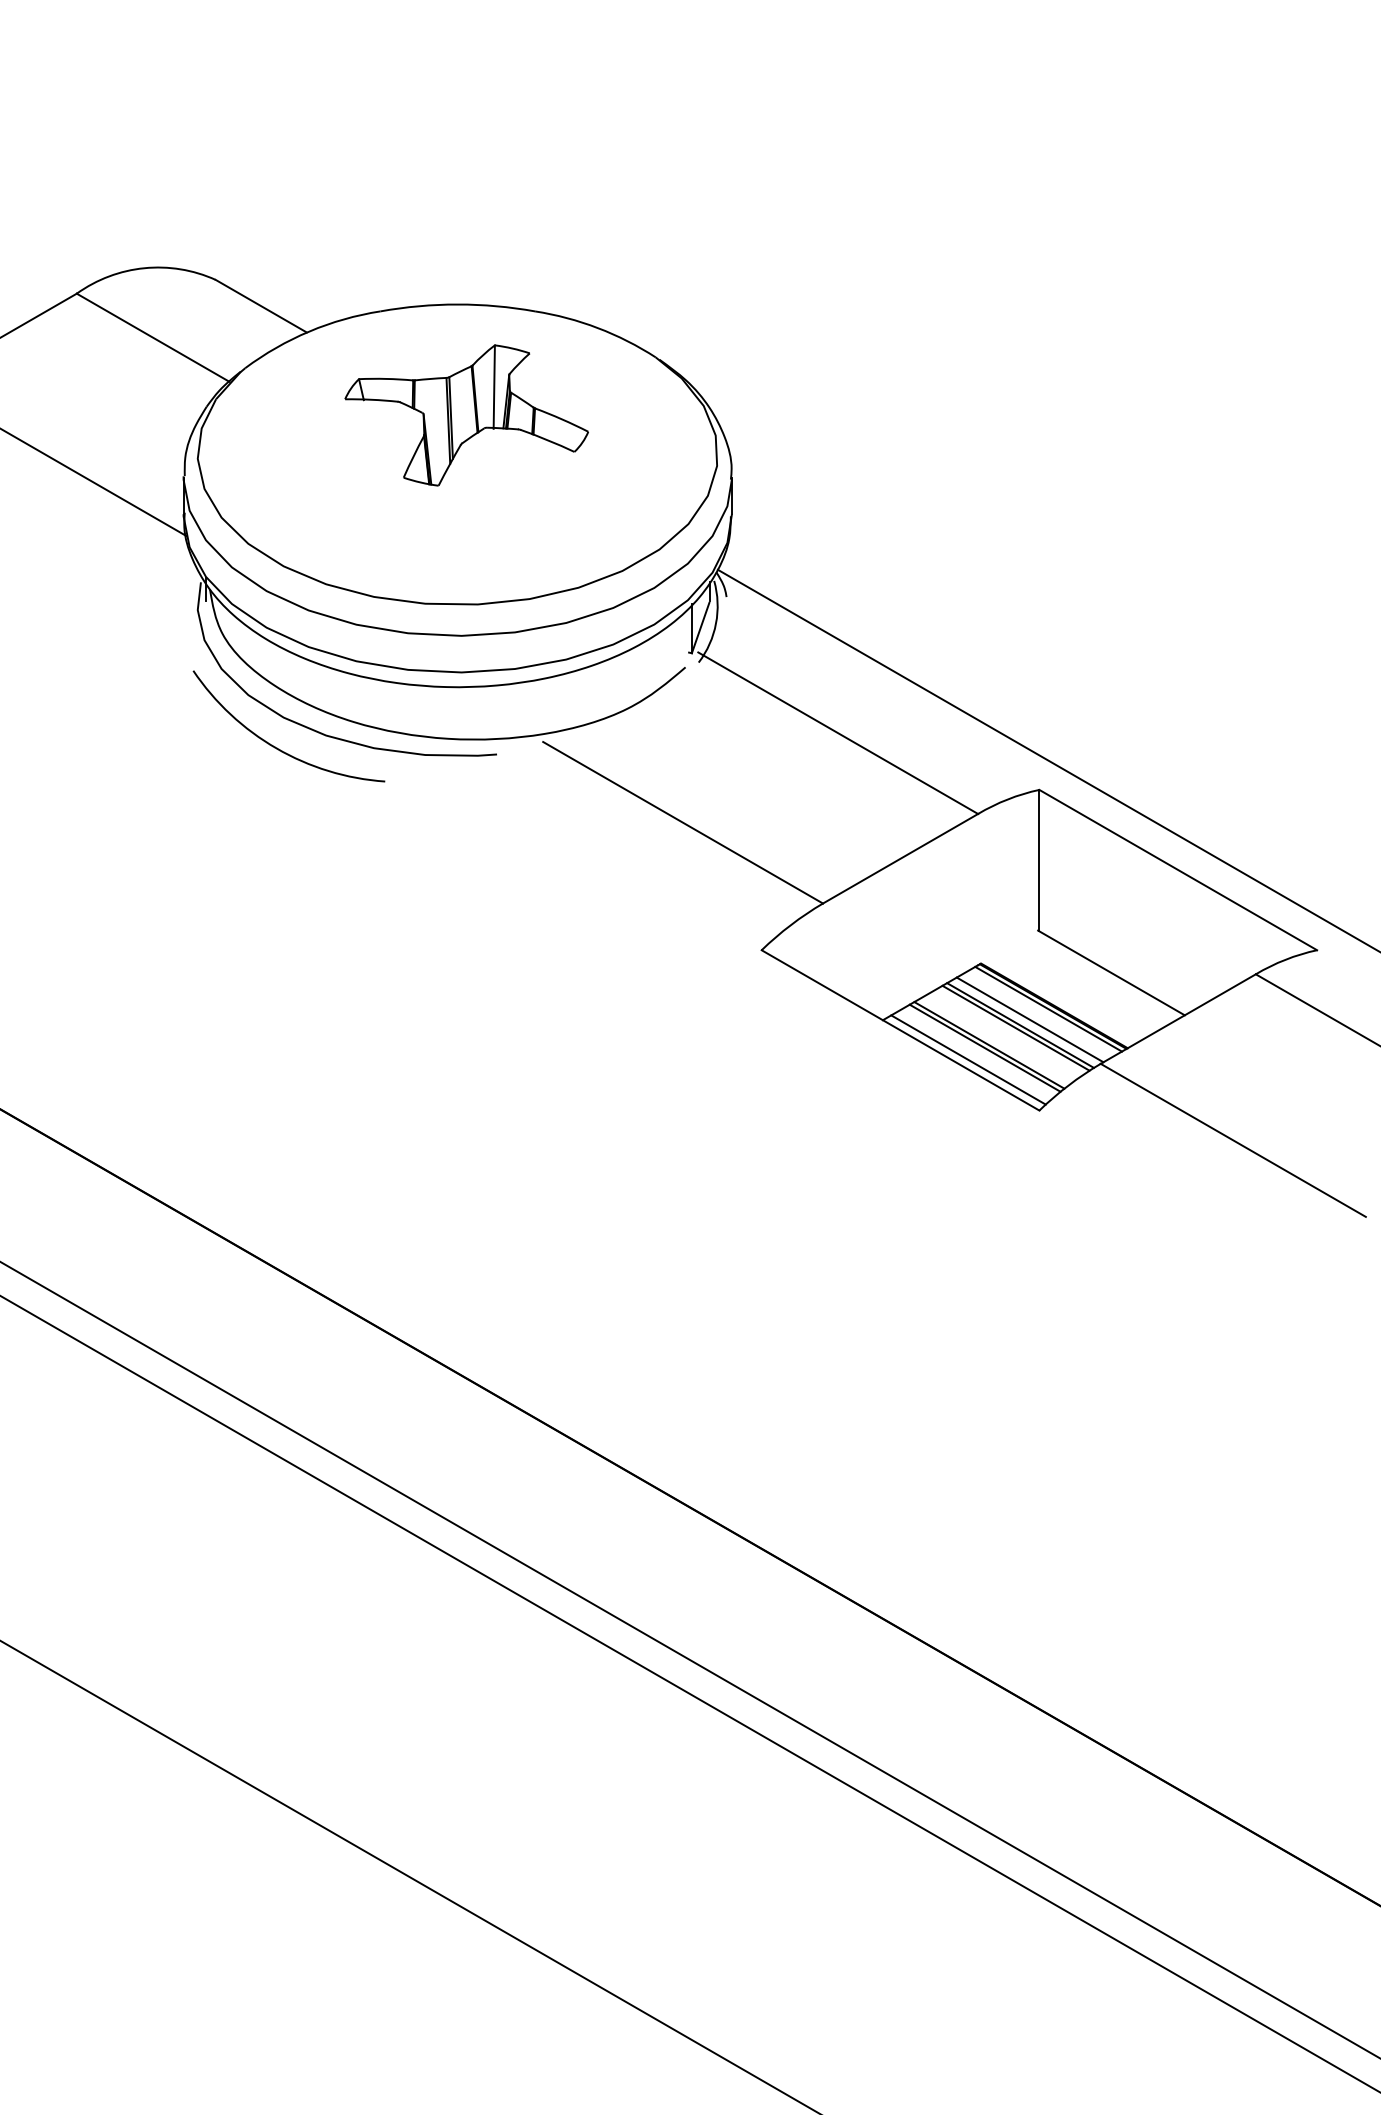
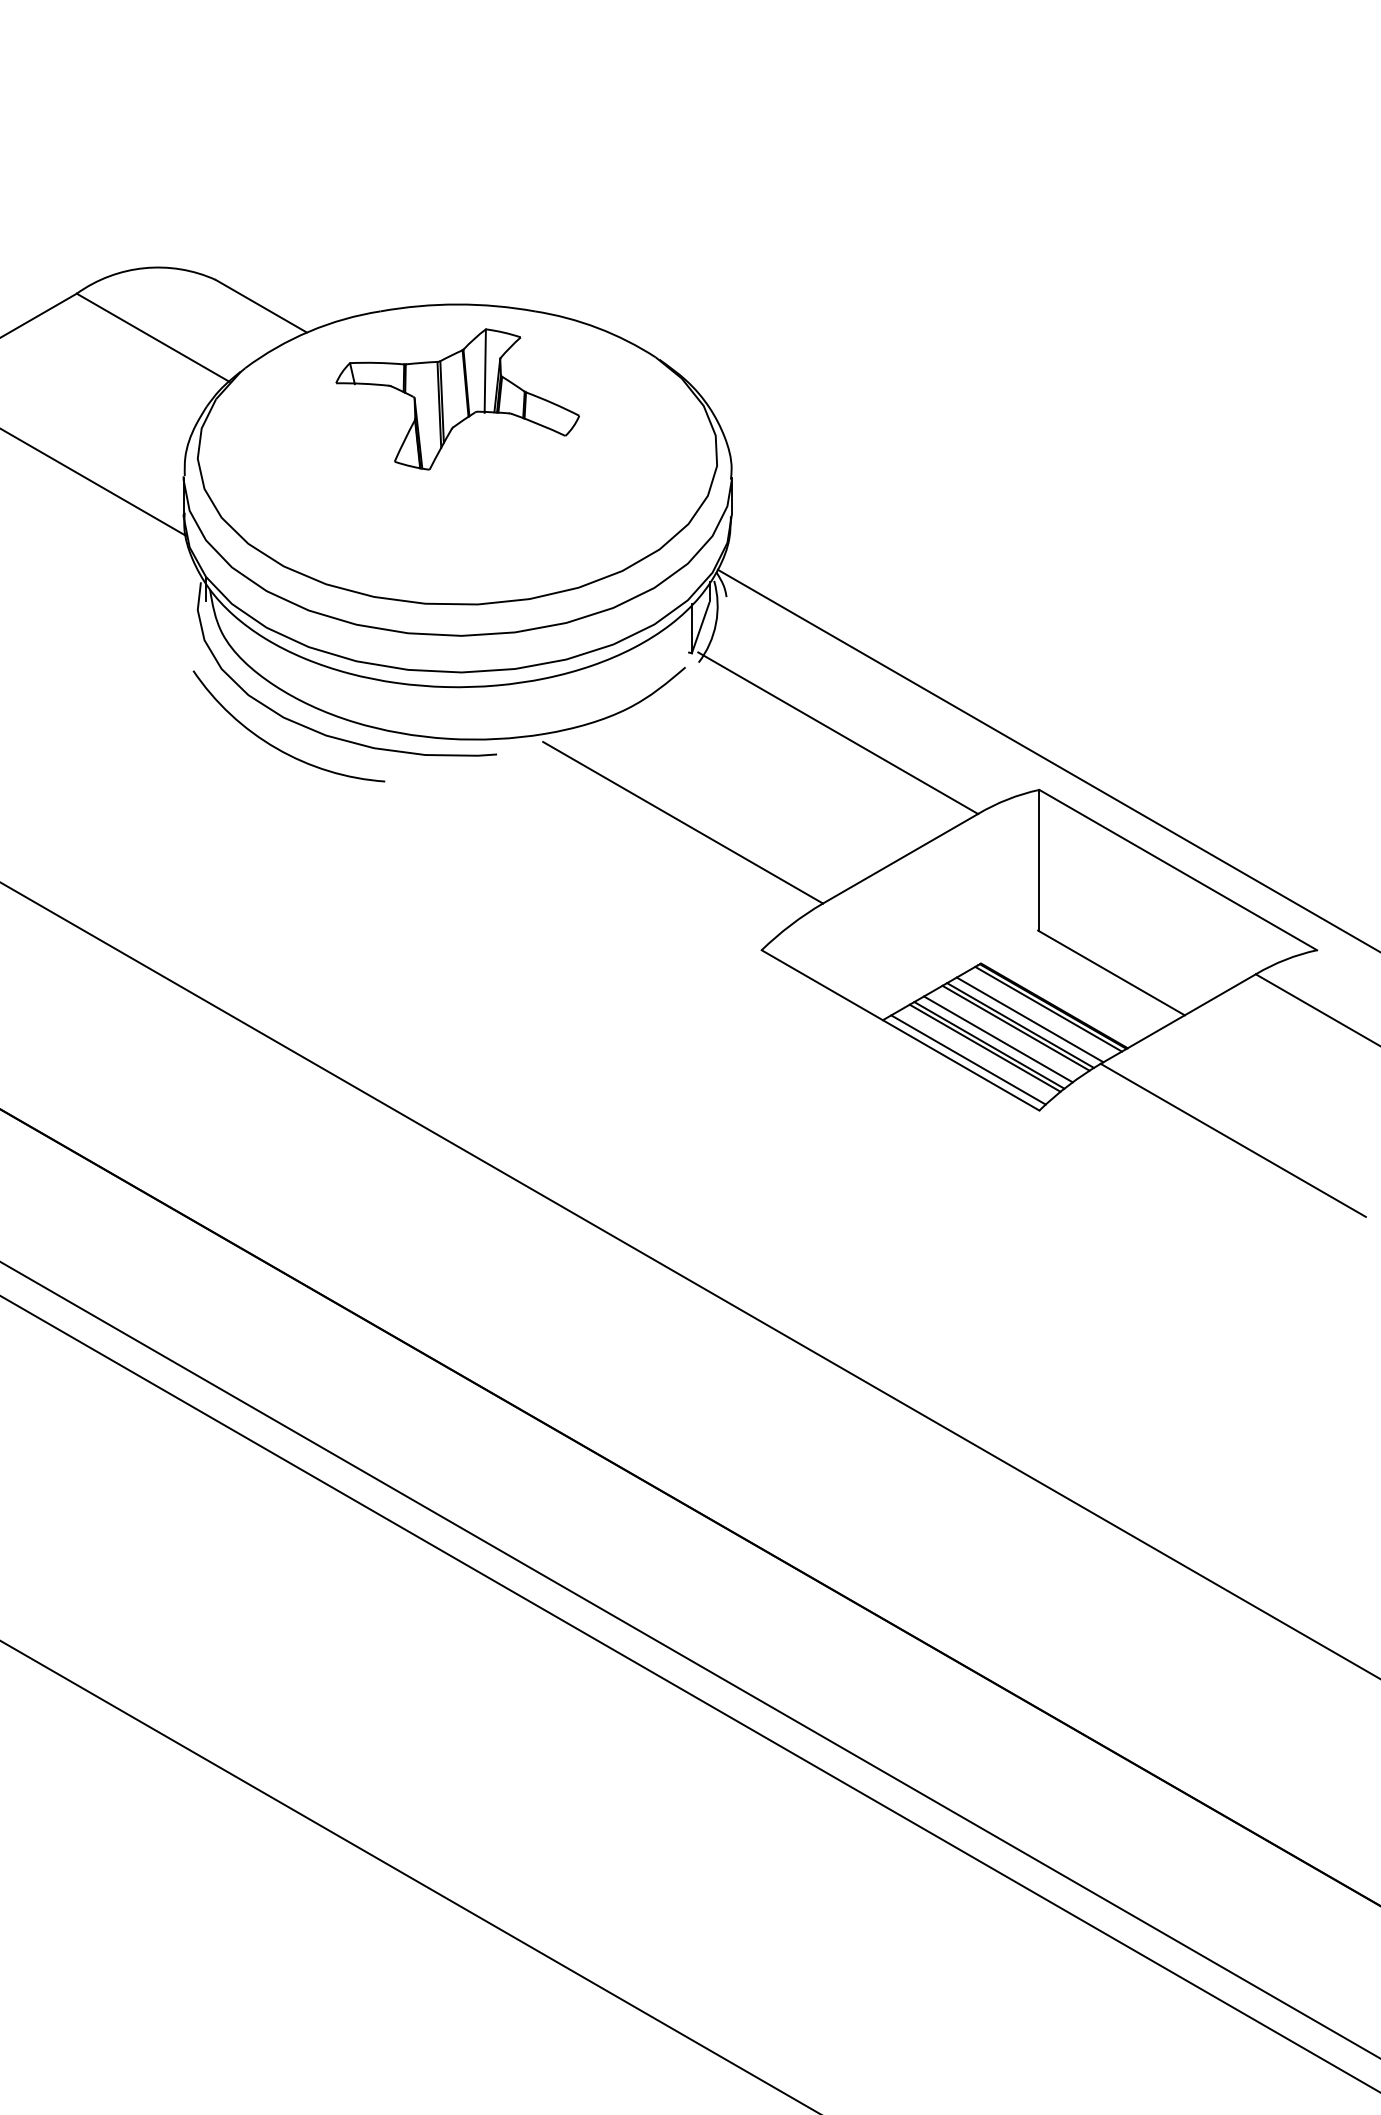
part at (466, 415) position: (466, 415) -> (457, 399)
line at (998, 1039): none -> present
line at (689, 1280): none -> present
